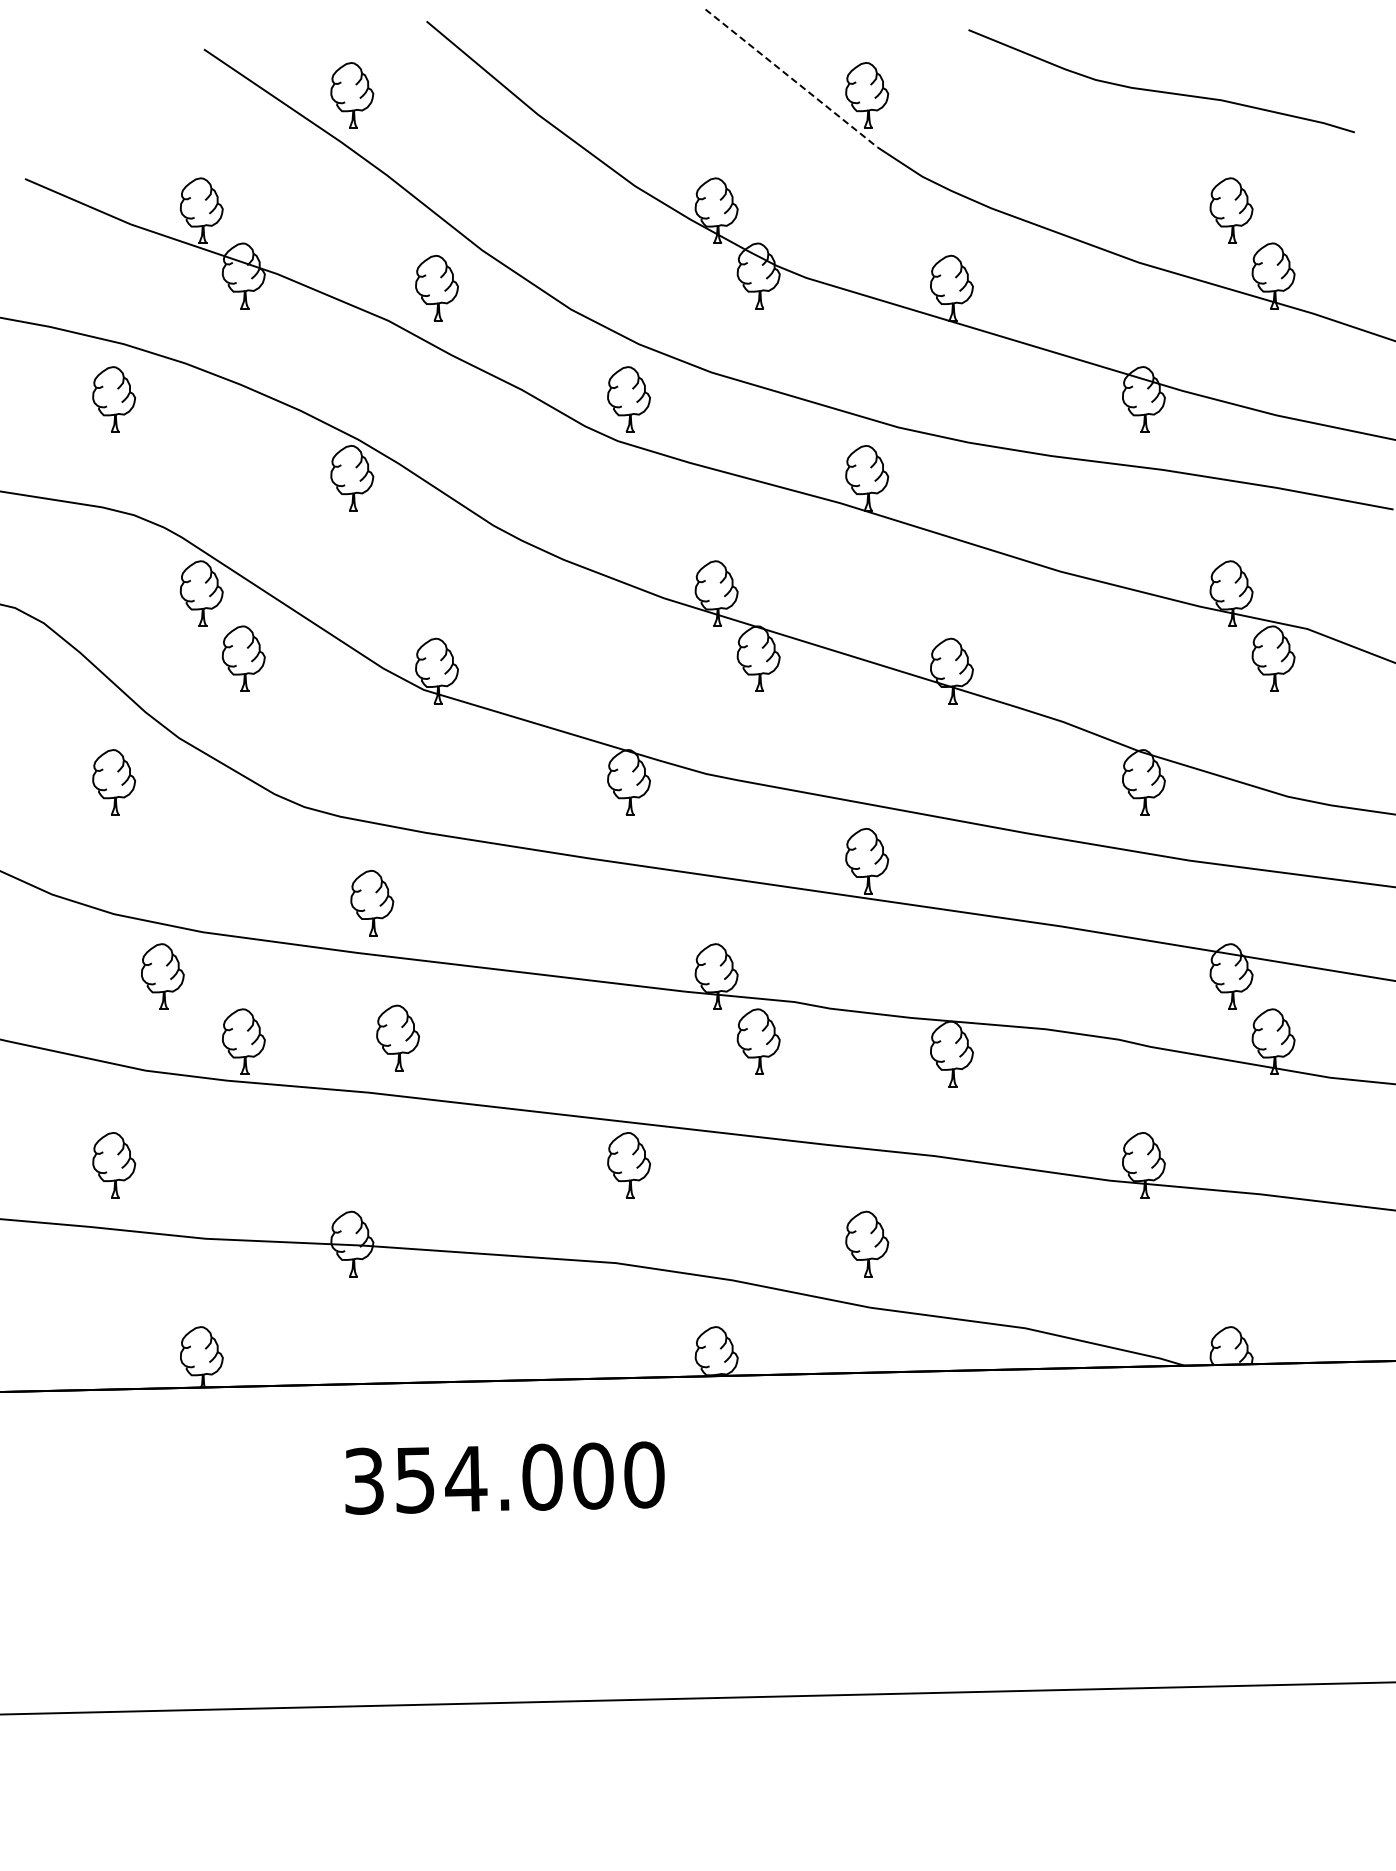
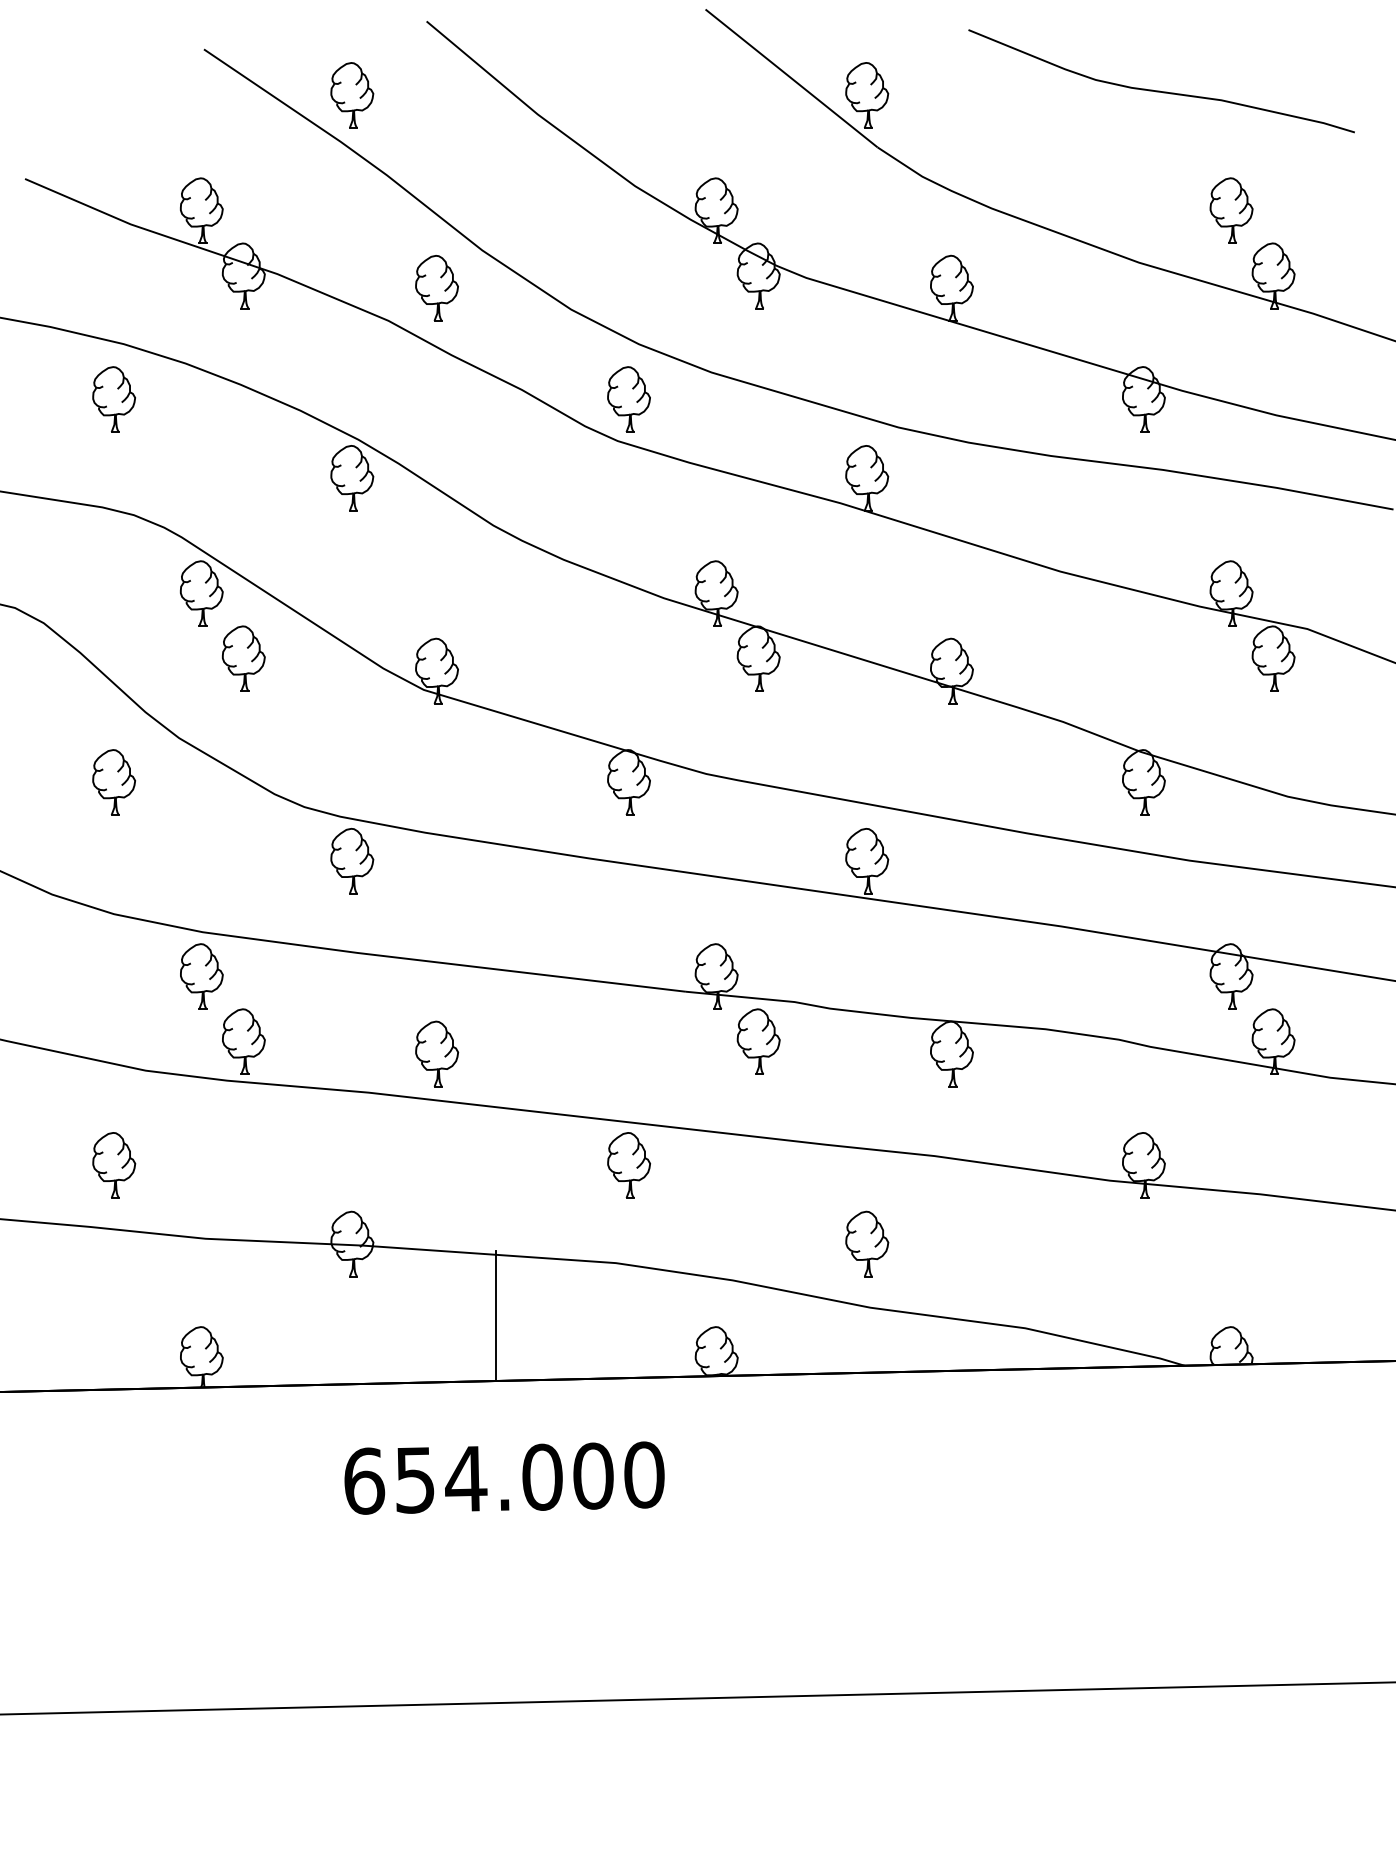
line at (791, 78): dashed -> solid
part at (372, 903) position: (372, 903) -> (352, 861)
part at (162, 976) position: (162, 976) -> (201, 976)
part at (398, 1037) position: (398, 1037) -> (437, 1053)
line at (496, 1315): none -> present
text at (364, 1480): 354.000 -> 654.000
